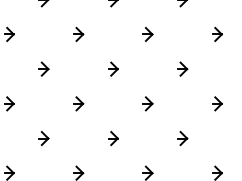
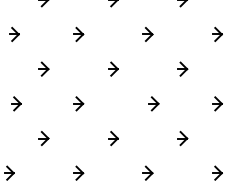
part at (9, 33) position: (9, 33) -> (14, 33)
part at (9, 103) position: (9, 103) -> (16, 103)
part at (147, 103) position: (147, 103) -> (153, 103)
